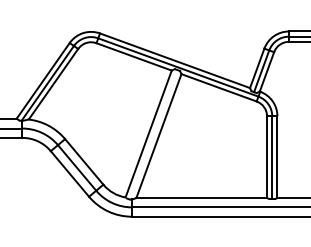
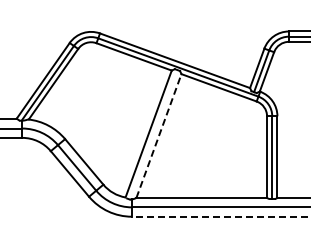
line at (158, 136): solid -> dashed
line at (220, 216): solid -> dashed
